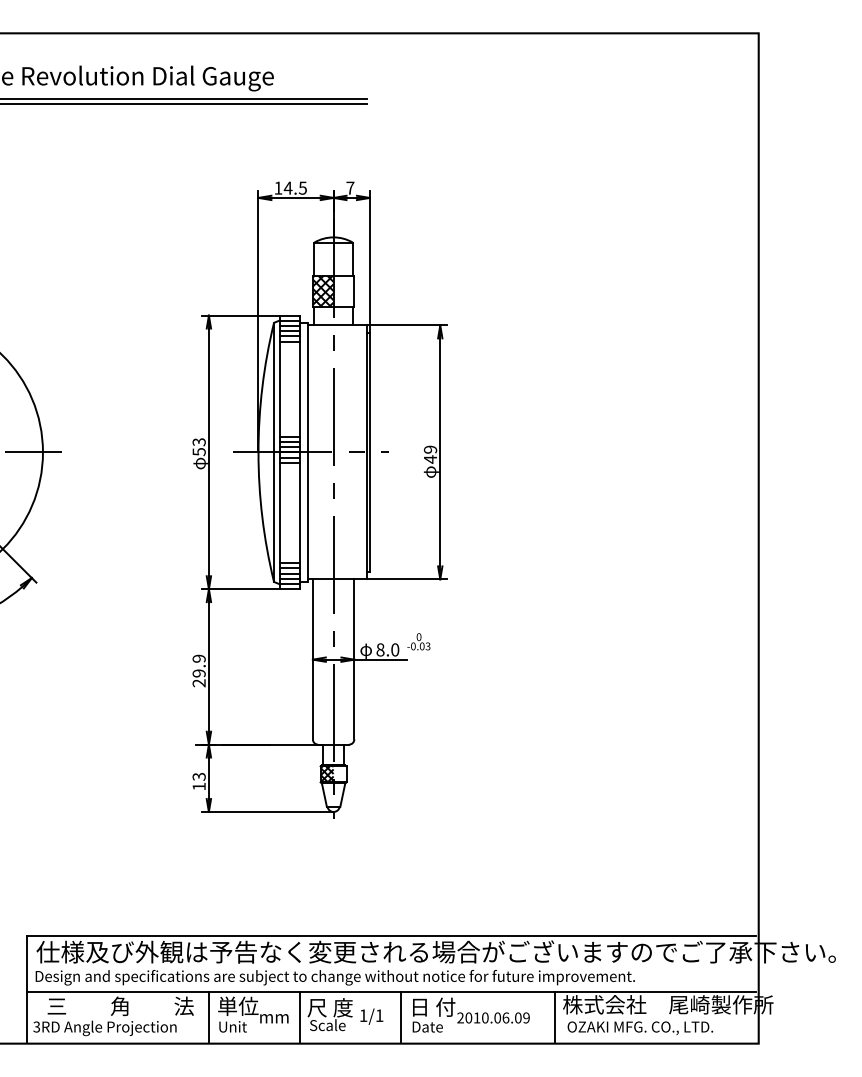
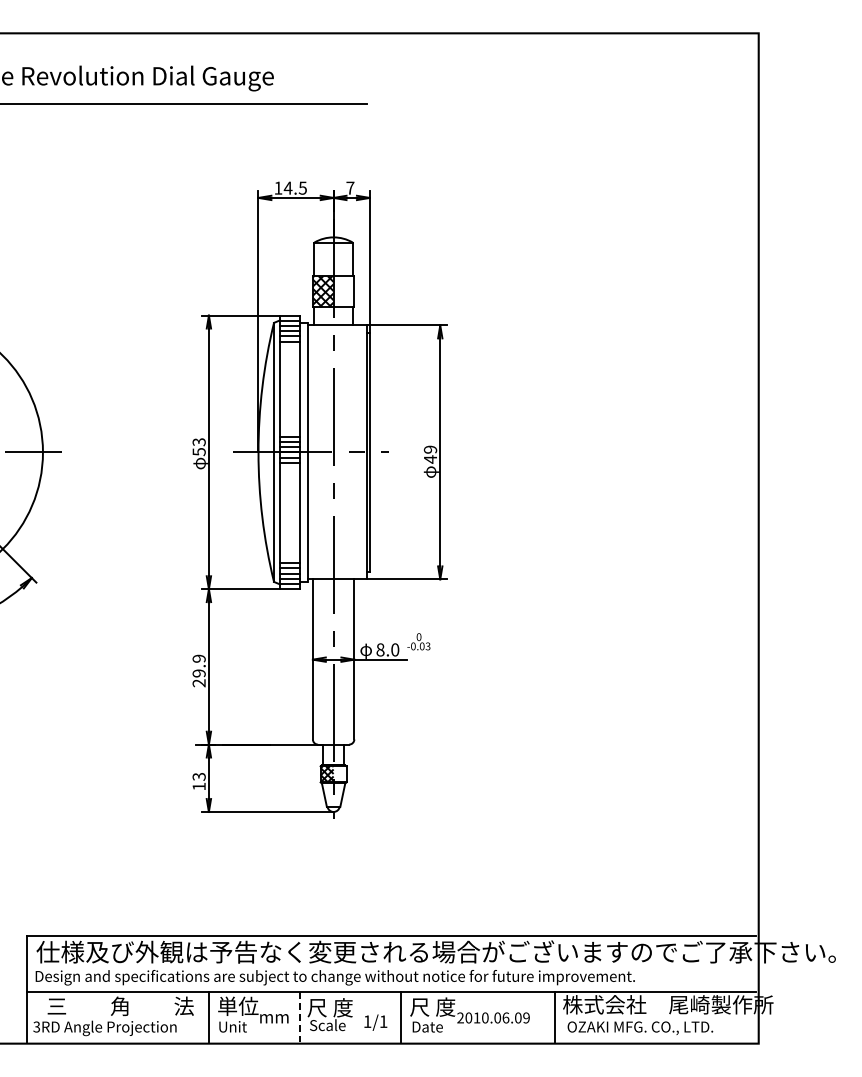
line at (184, 98): present -> none
text at (432, 1006): 日 付 -> 尺 度
line at (300, 1016): solid -> dashed
text at (371, 1016) position: (371, 1016) -> (375, 1022)
